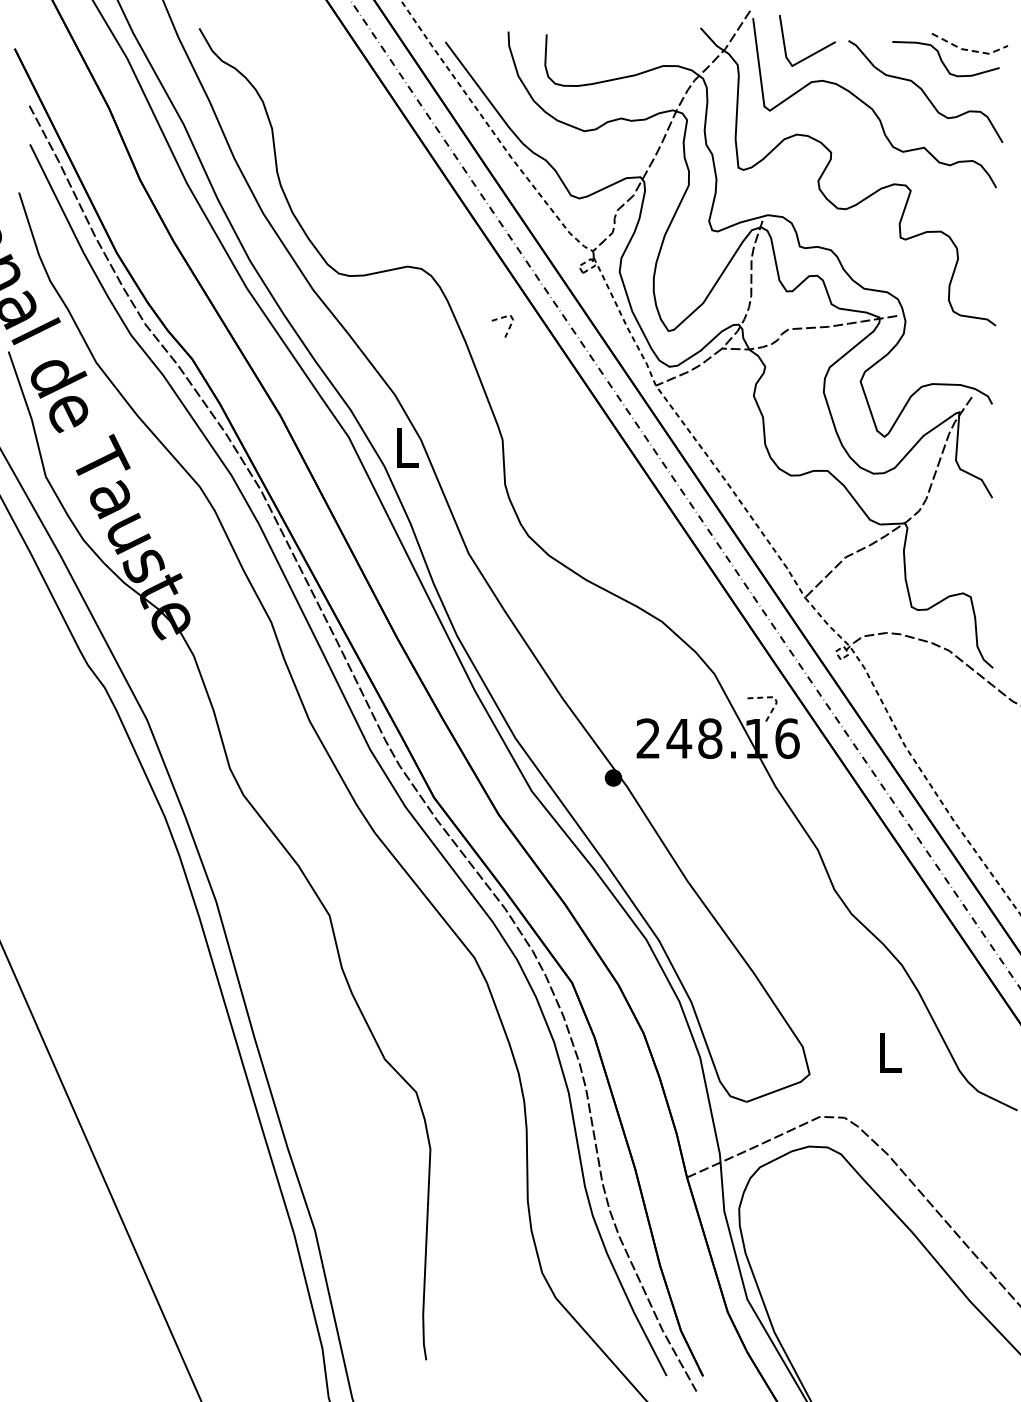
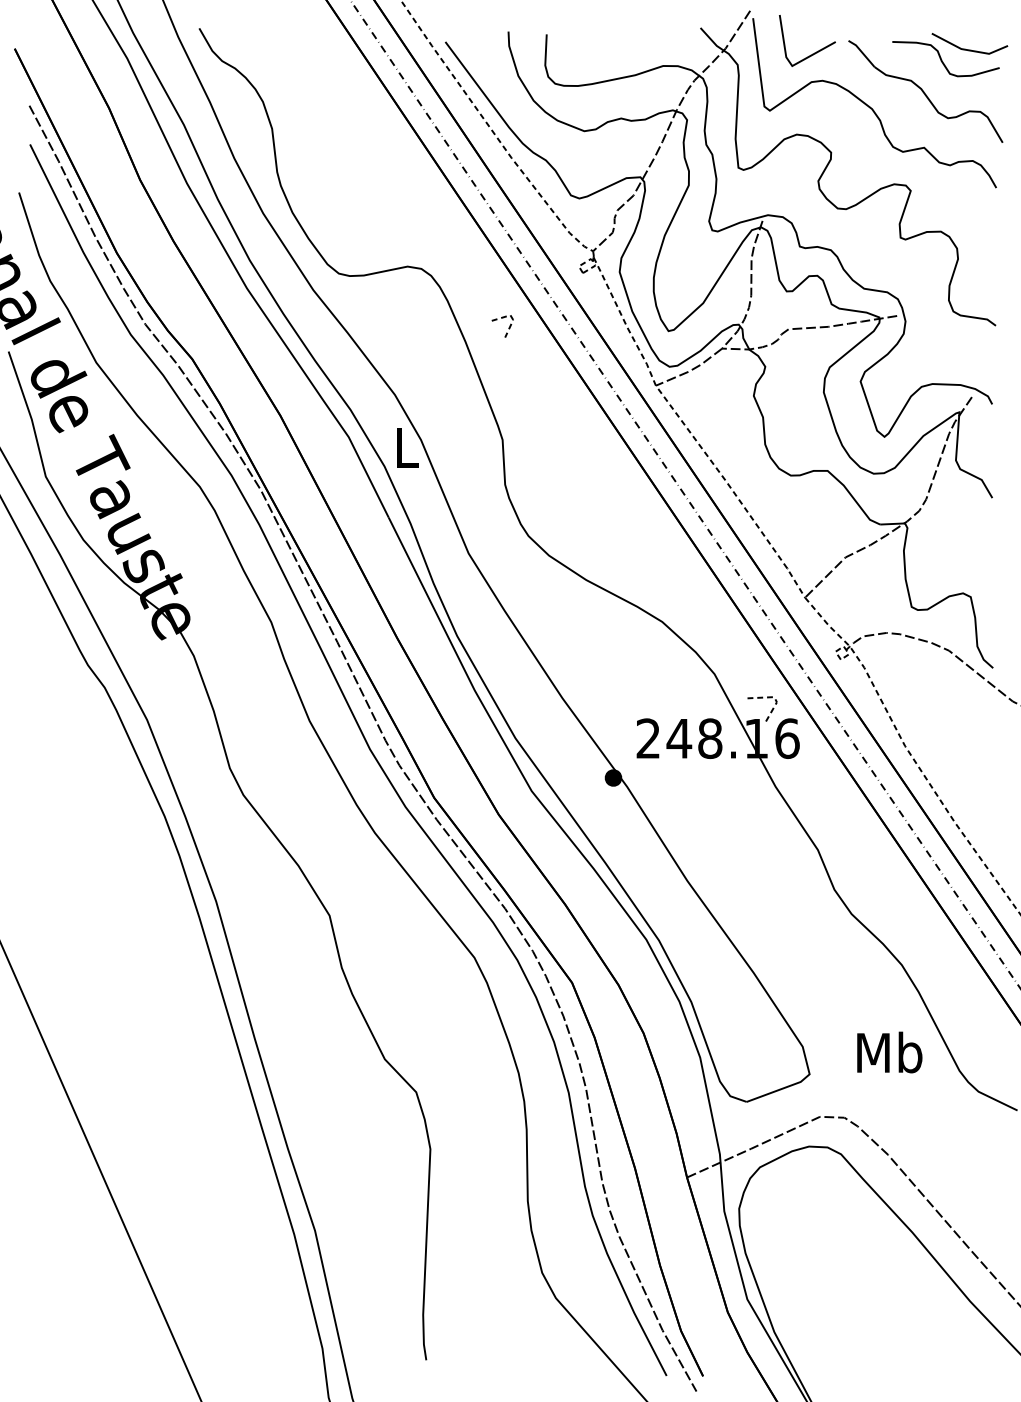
line at (969, 50): dashed -> solid
text at (889, 1052): L -> Mb
